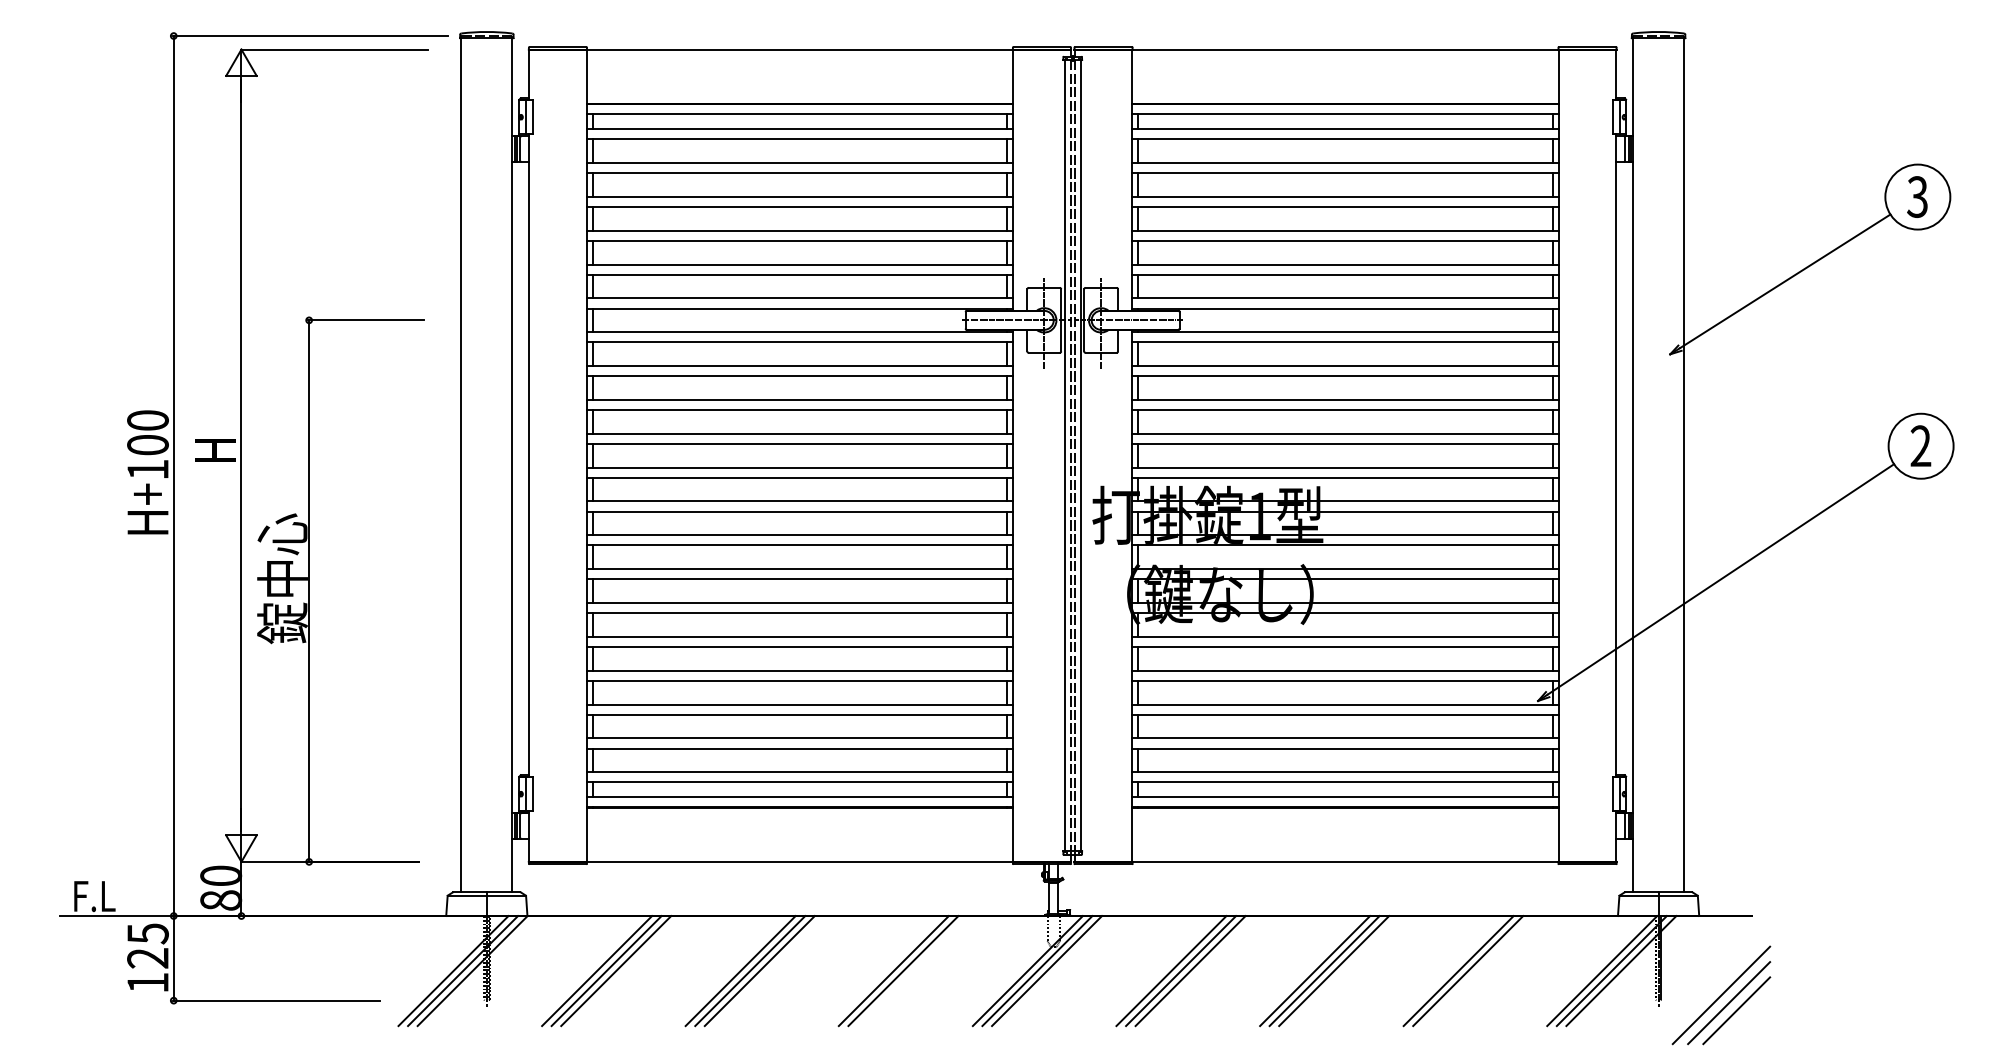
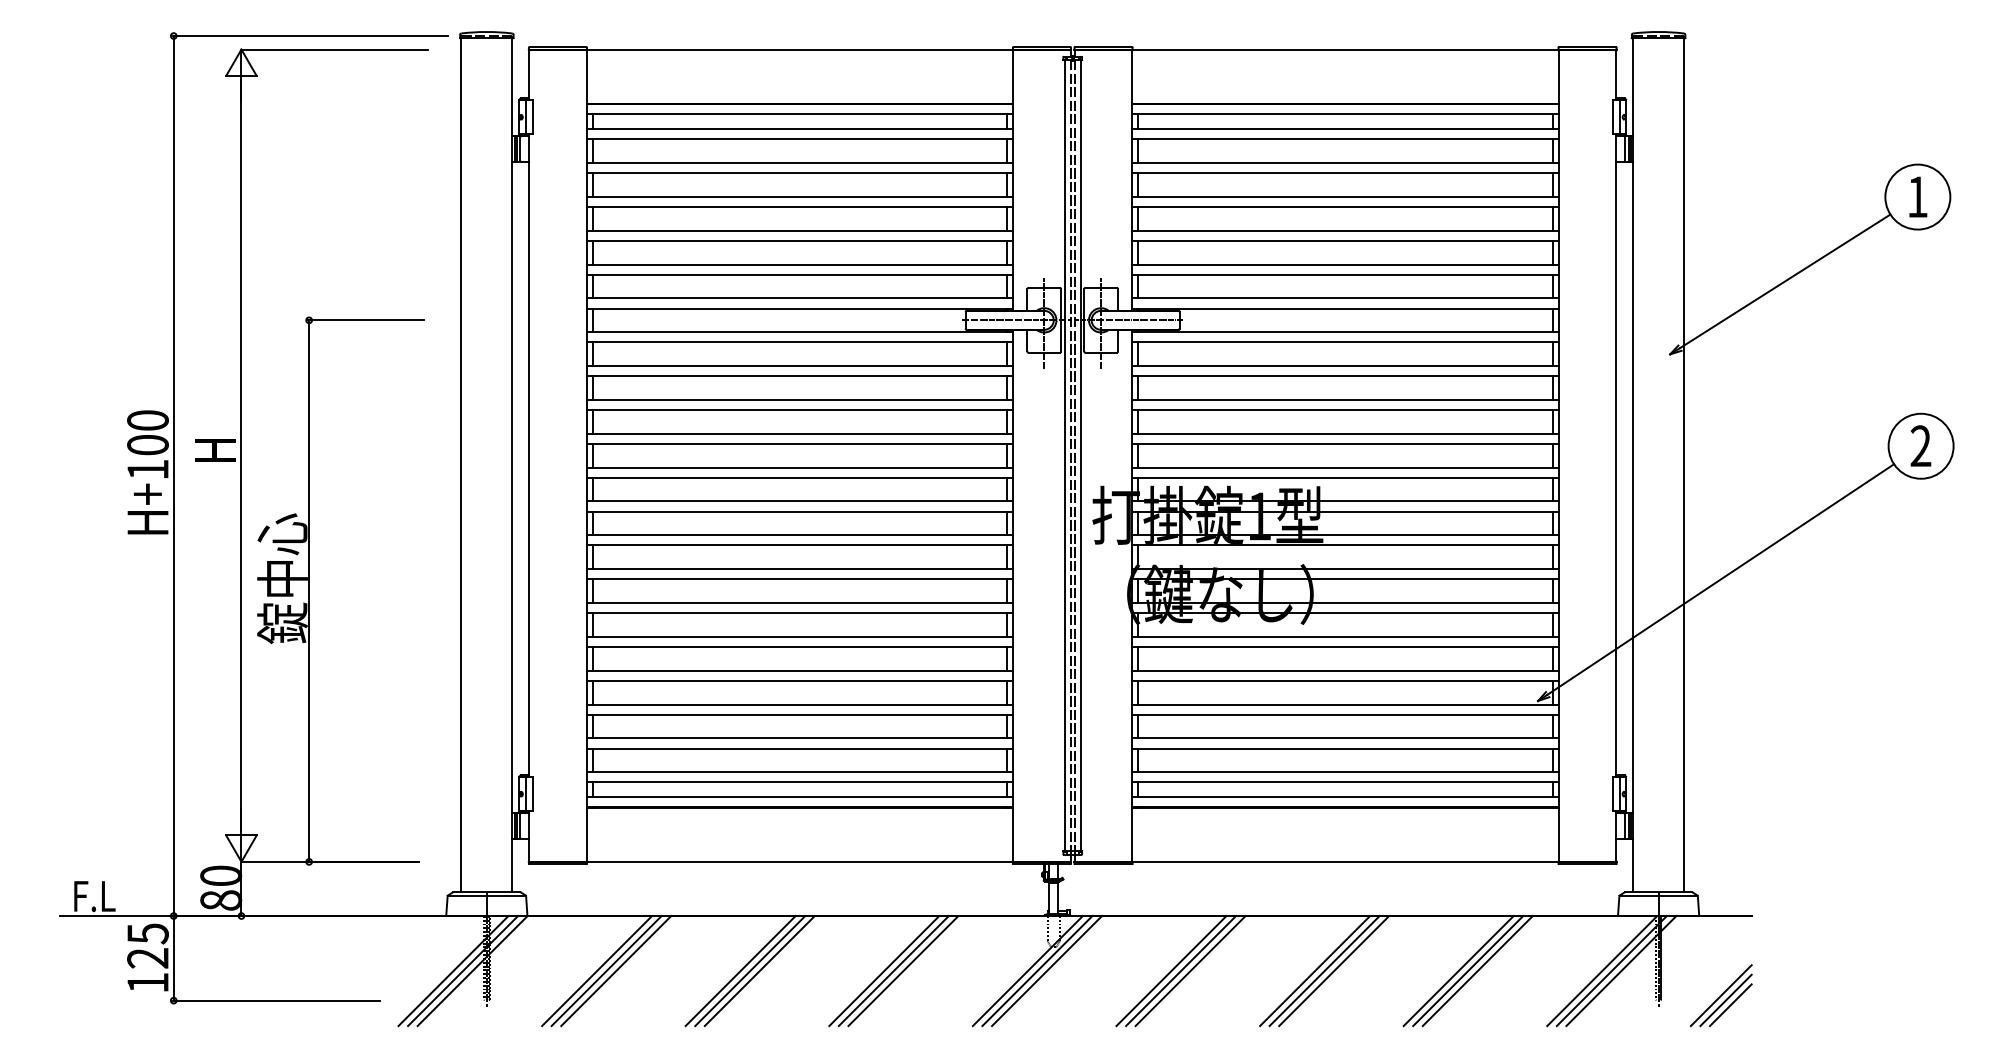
text at (1917, 197): 3 -> 1
line at (884, 971): none -> present
line at (1477, 971): none -> present
part at (1721, 995) size: 101x101 px -> 64x64 px
